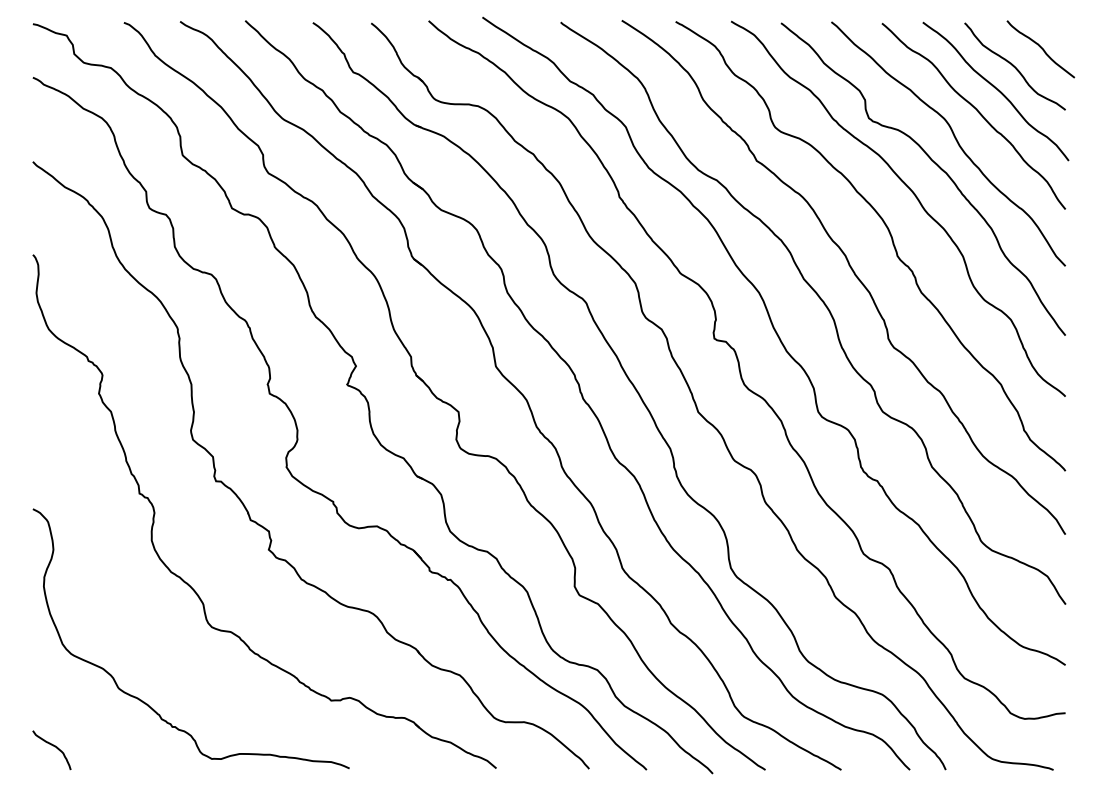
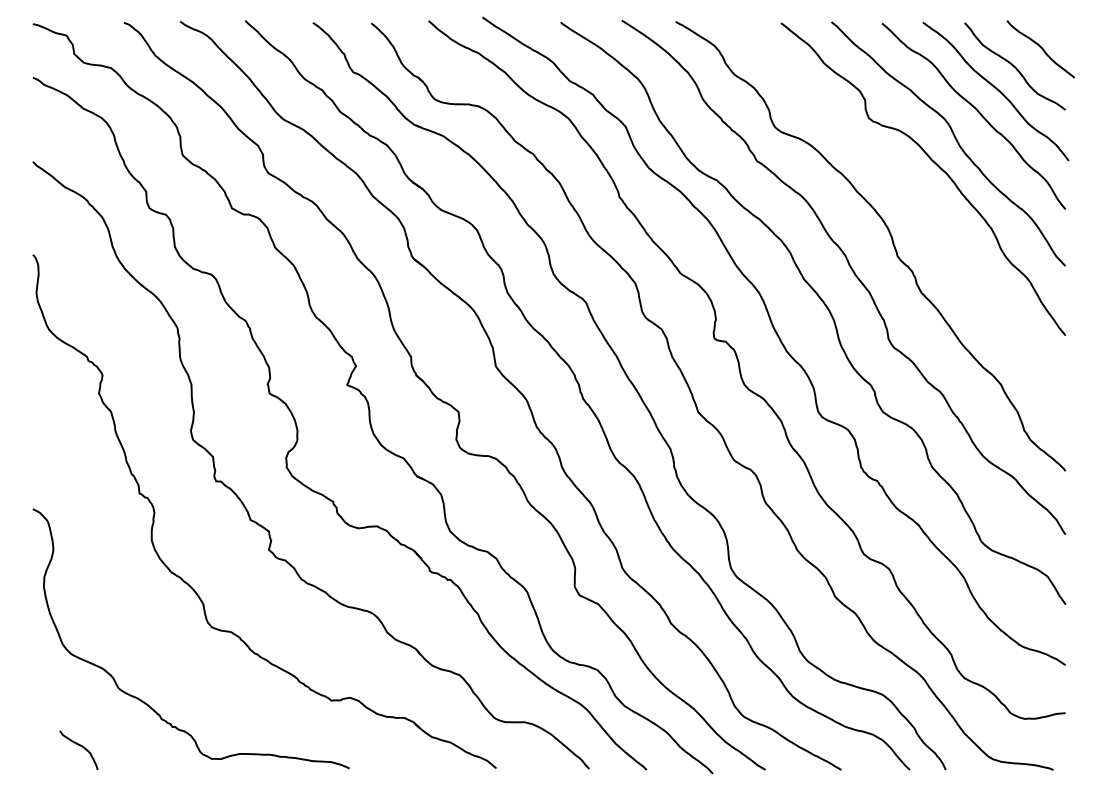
curve at (915, 197): present -> none
curve at (54, 747) position: (54, 747) -> (81, 747)
